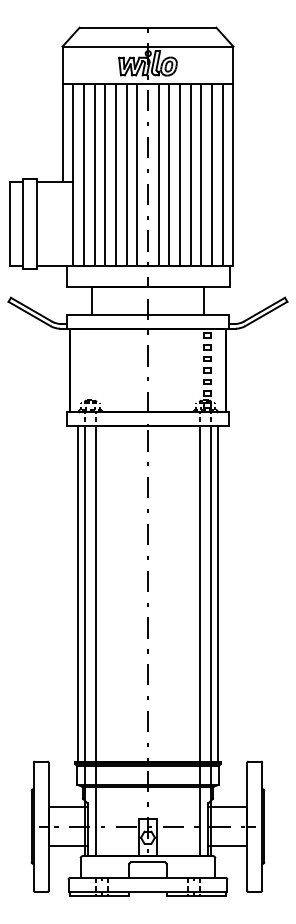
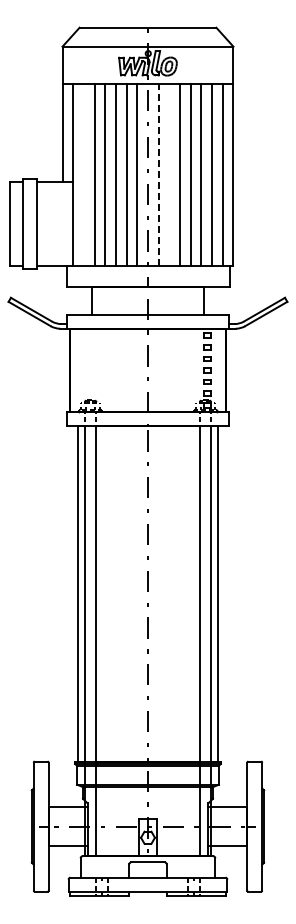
line at (84, 174): present -> none
line at (158, 174): solid -> dashed
line at (169, 174): present -> none
